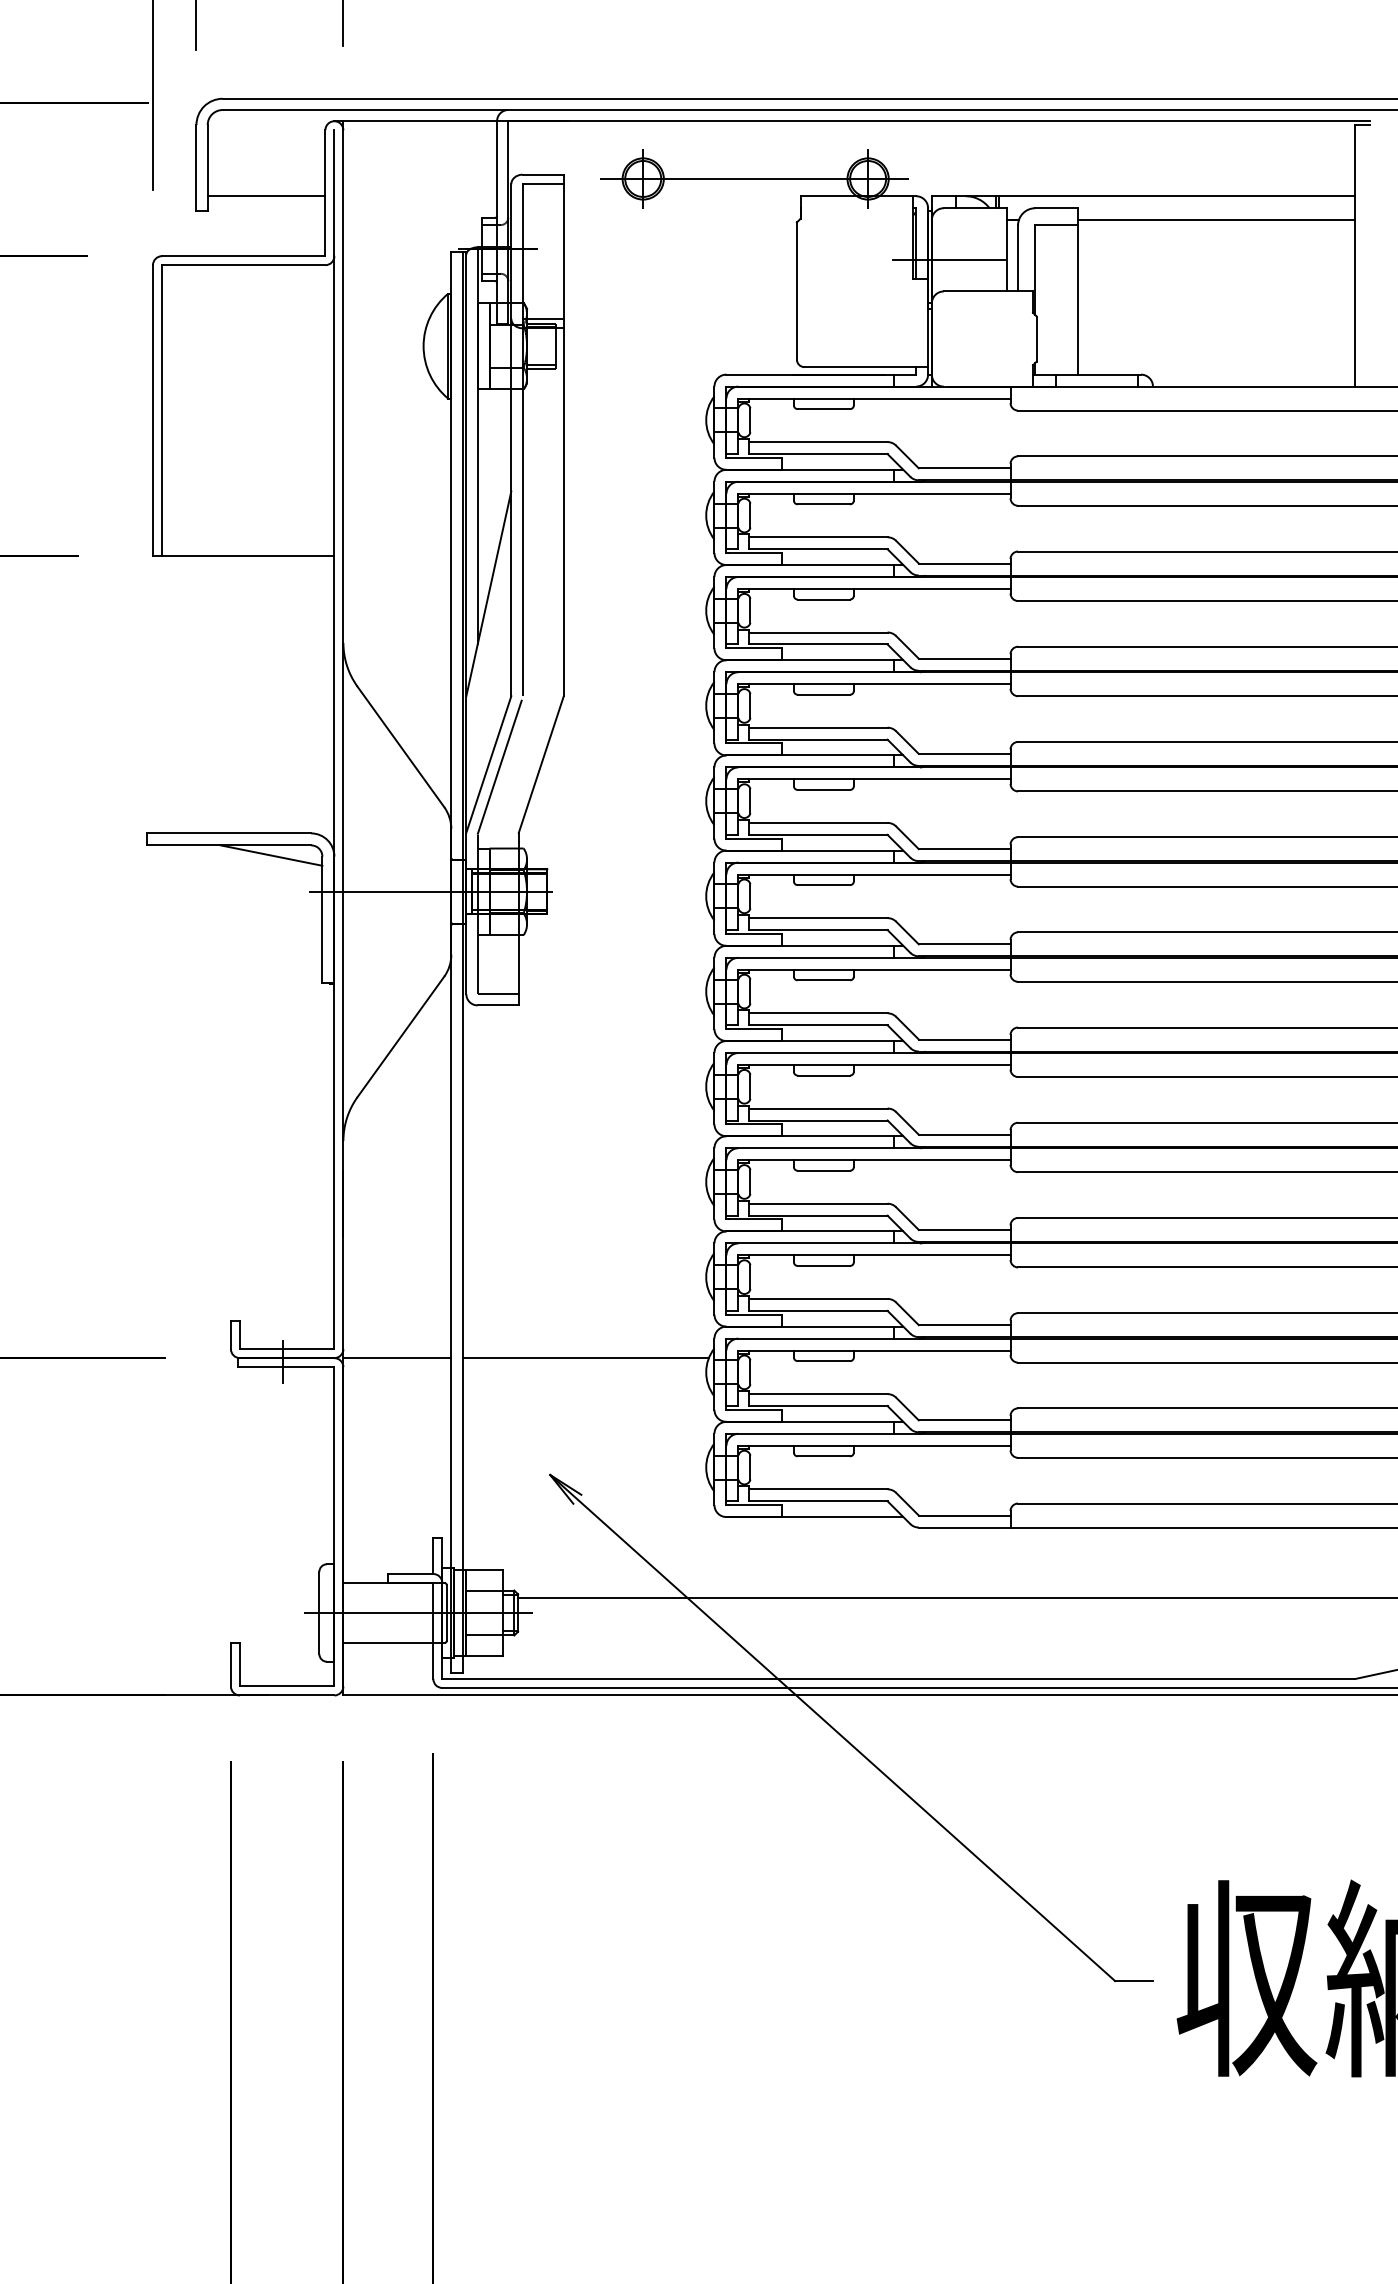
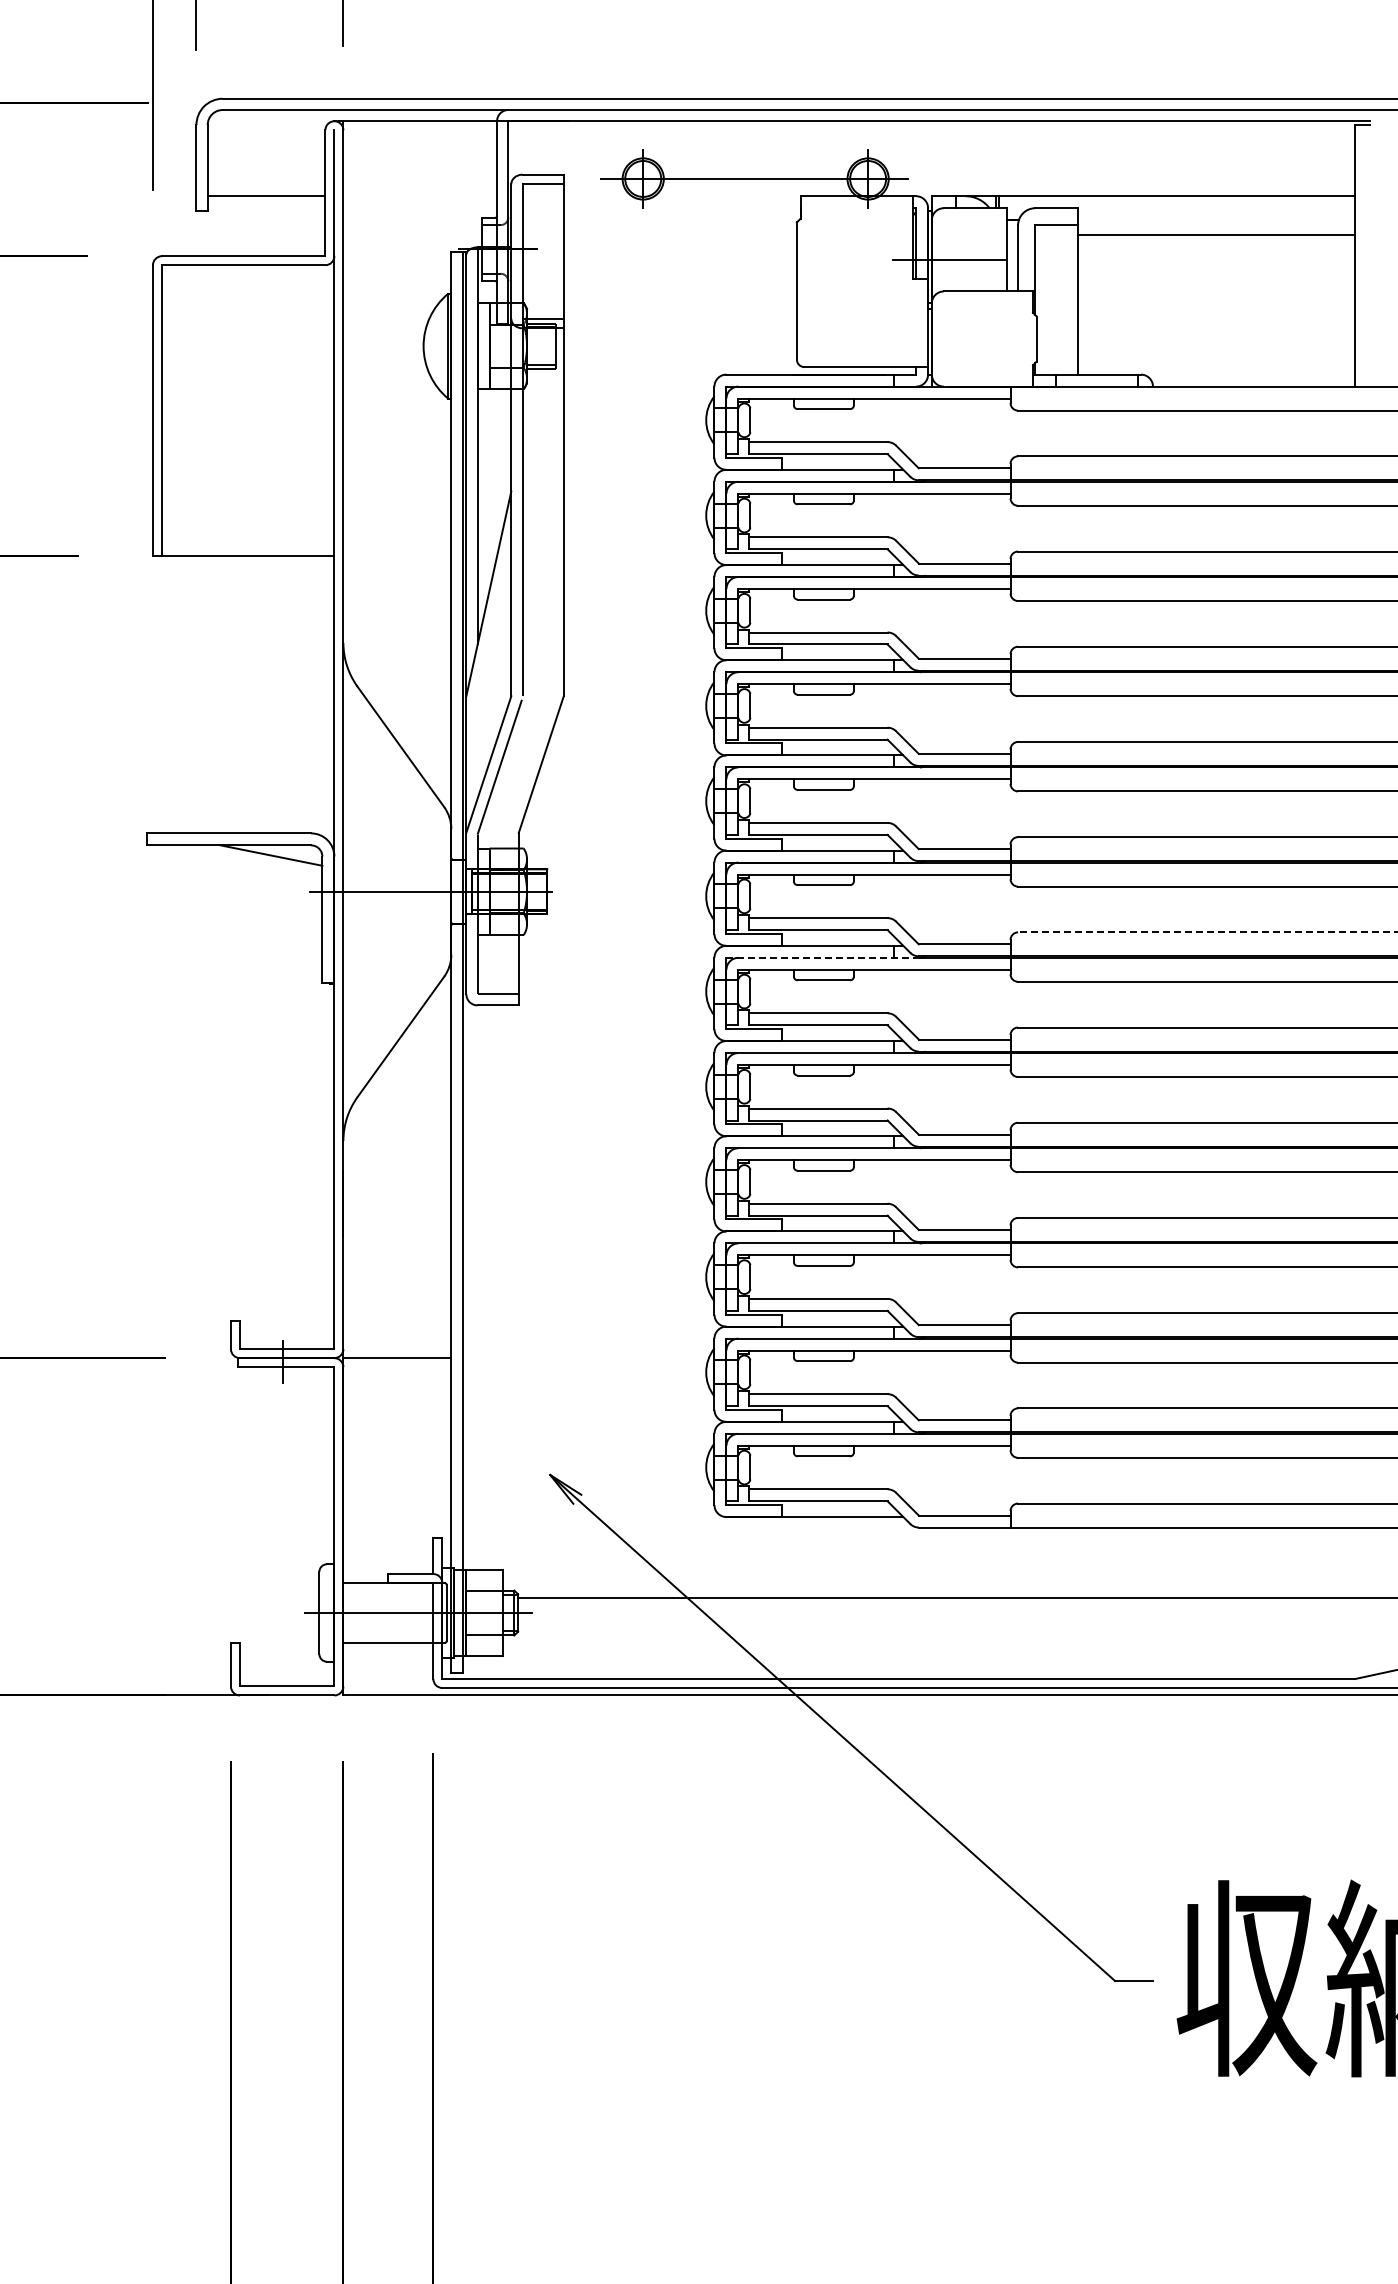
line at (1216, 220) position: (1216, 220) -> (1216, 235)
line at (1207, 932): solid -> dashed
line at (823, 957): solid -> dashed
line at (585, 1358): present -> none
